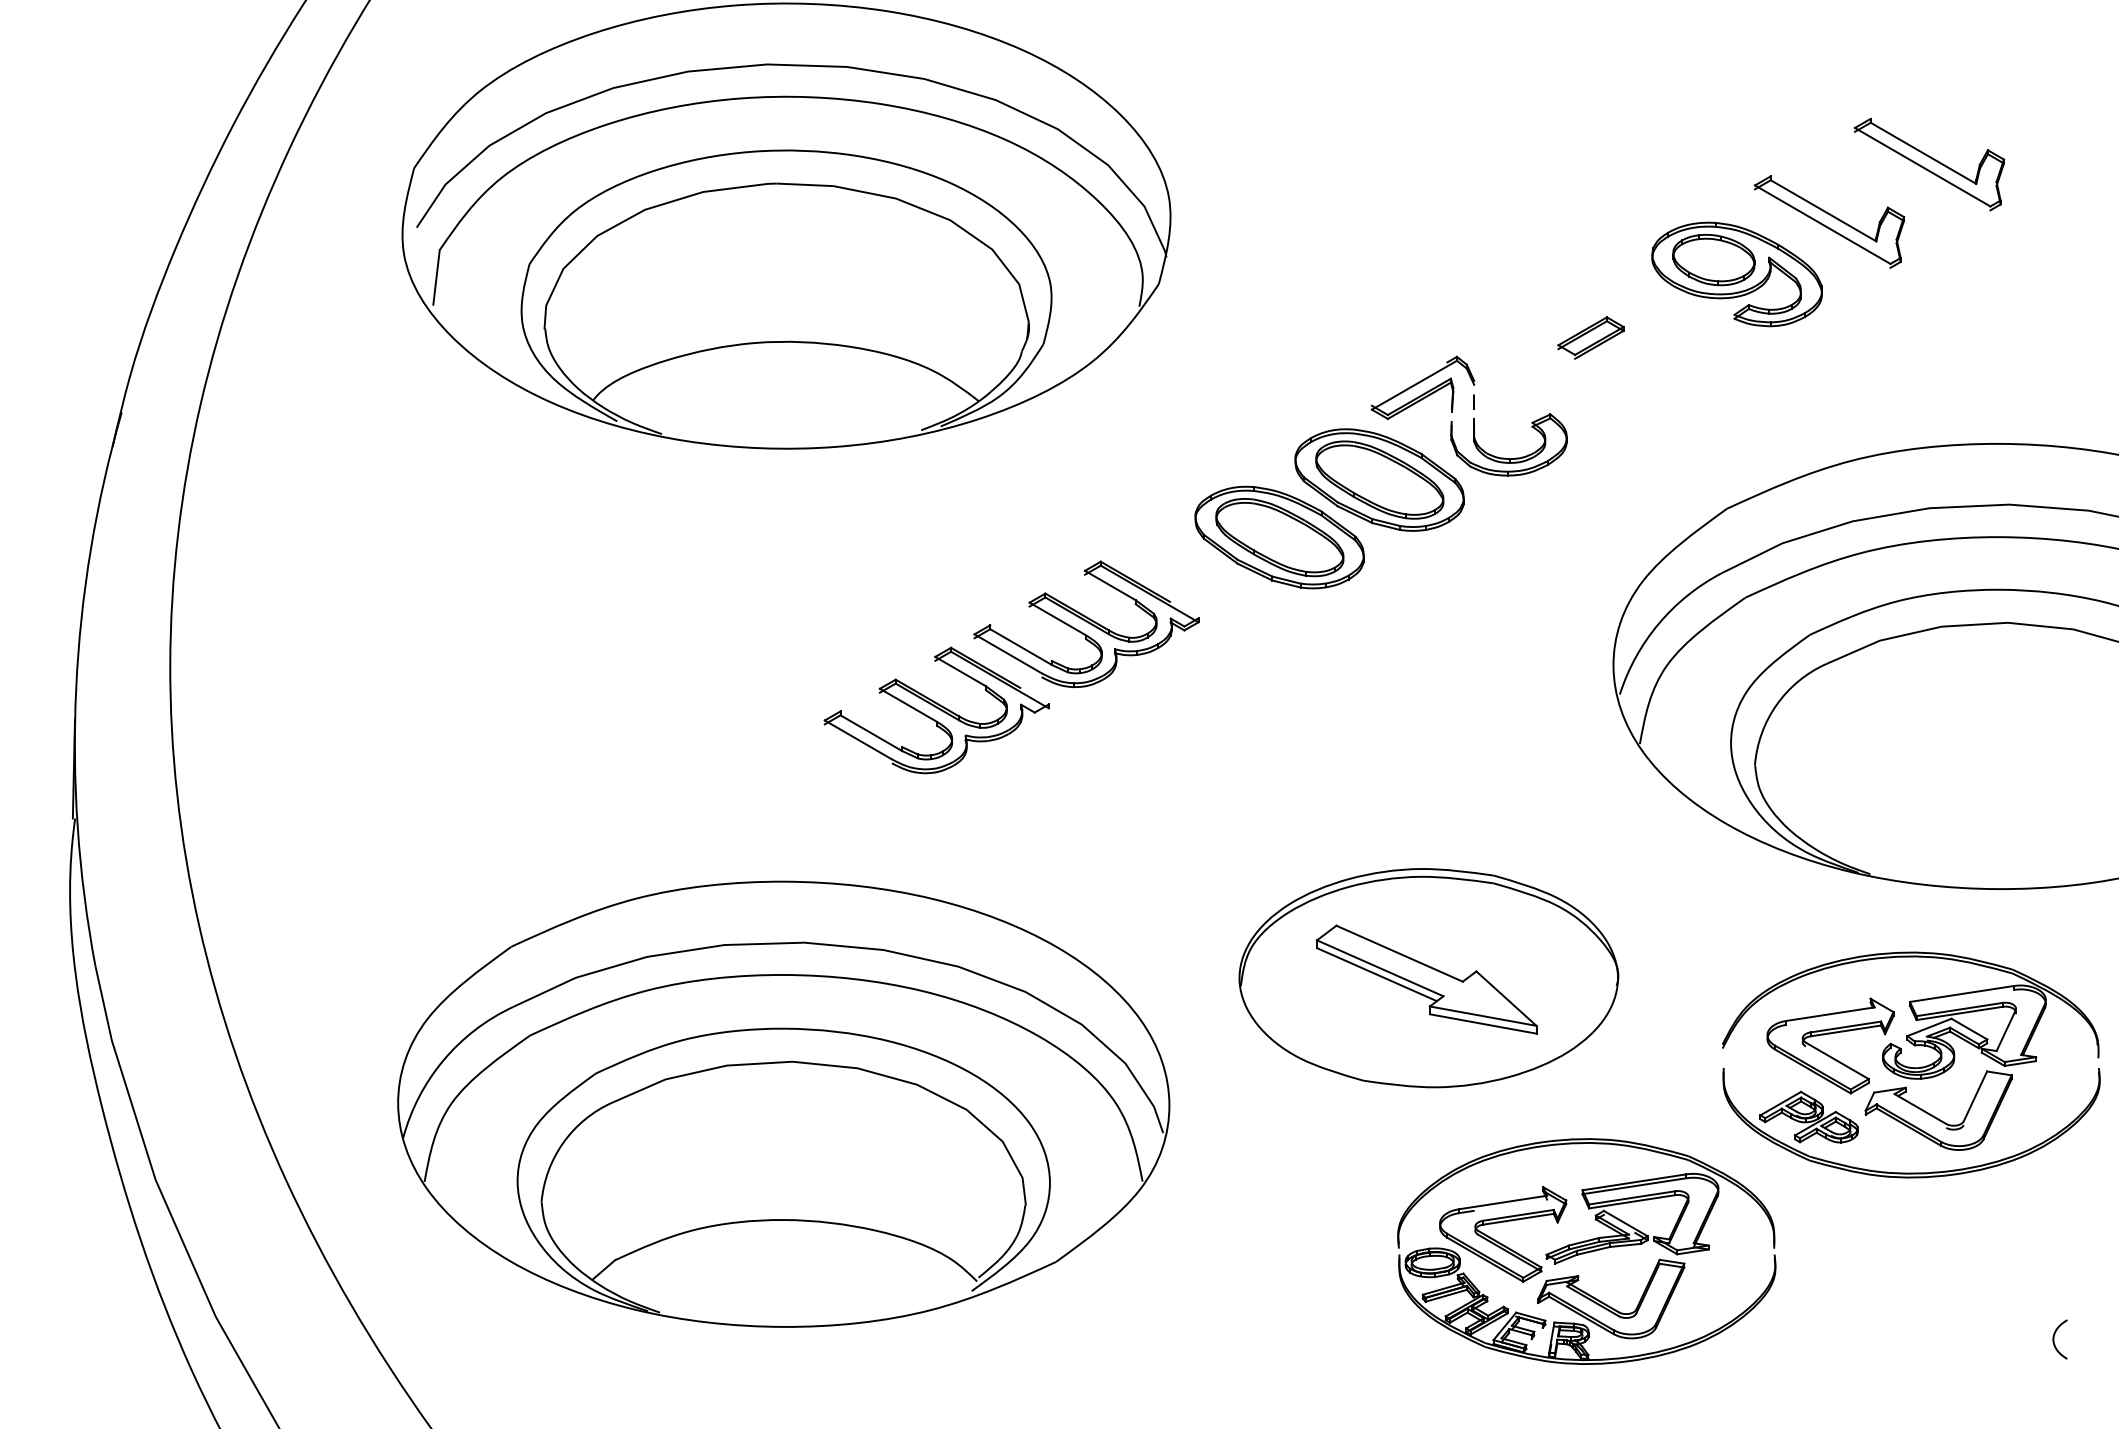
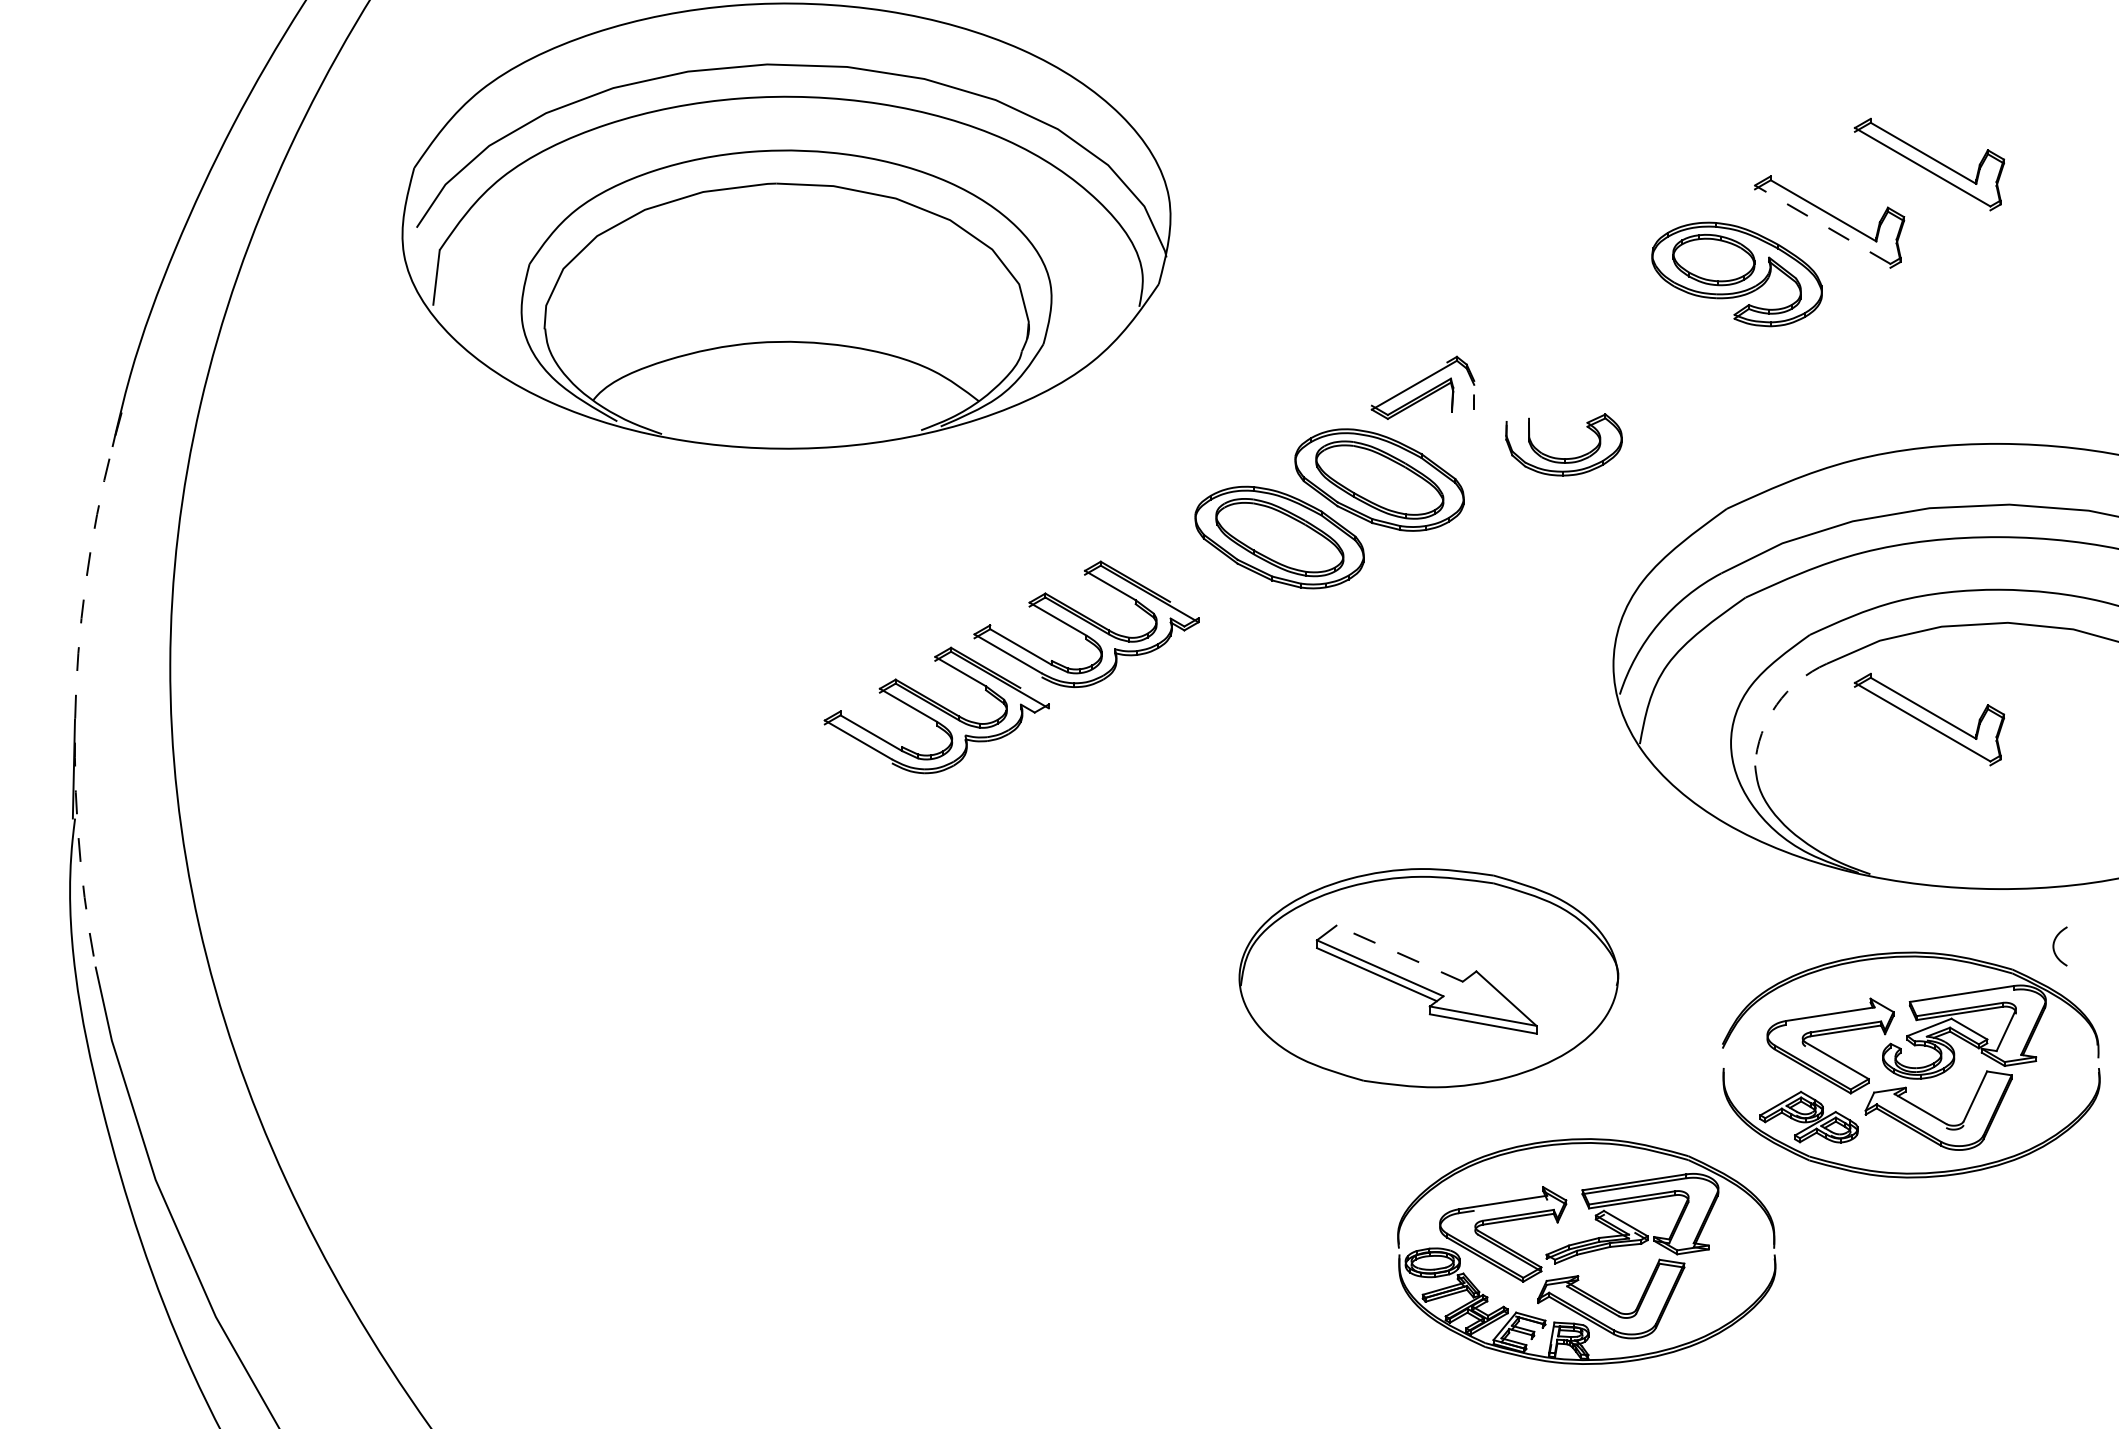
line at (1822, 224): solid -> dashed
part at (1590, 337): present -> none
part at (1504, 457) position: (1504, 457) -> (1559, 457)
arc at (76, 688): solid -> dashed
arc at (1776, 704): solid -> dashed
part at (1928, 719): none -> present
line at (1399, 953): solid -> dashed
part at (783, 1103): present -> none
curve at (2054, 1339) position: (2054, 1339) -> (2054, 946)
